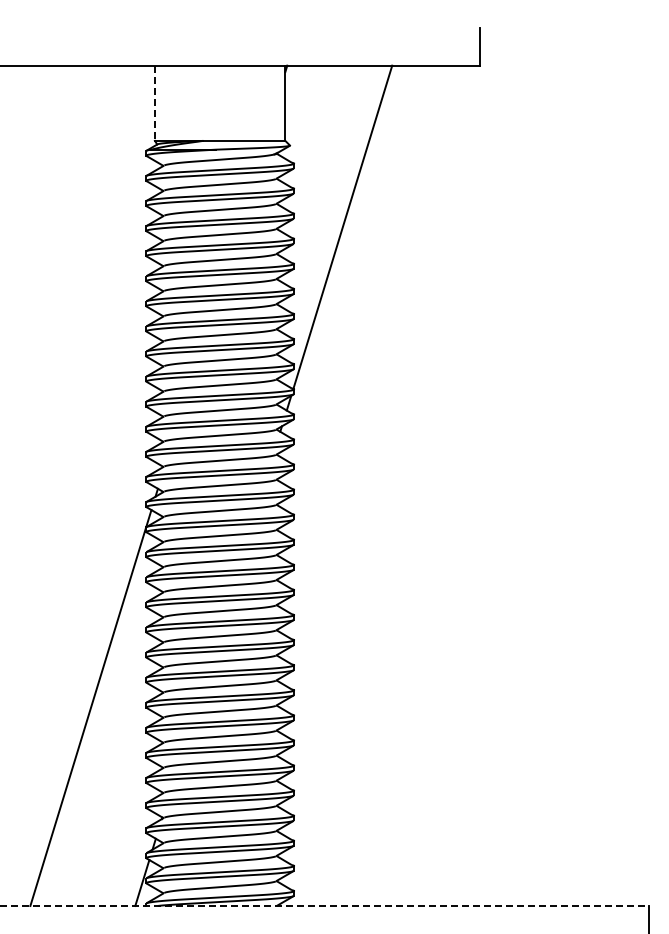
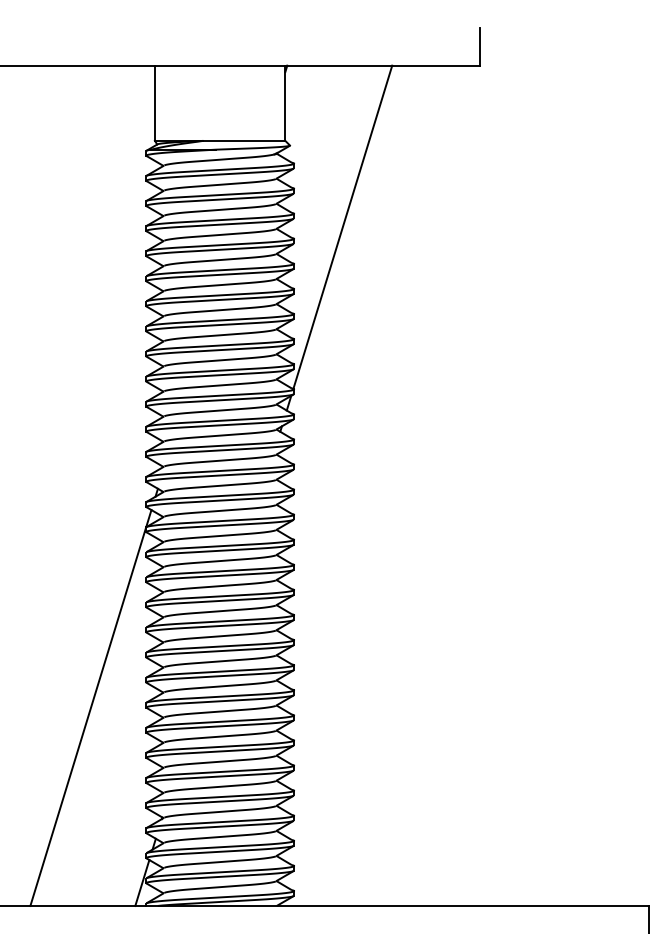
line at (154, 103): dashed -> solid
line at (325, 905): dashed -> solid
